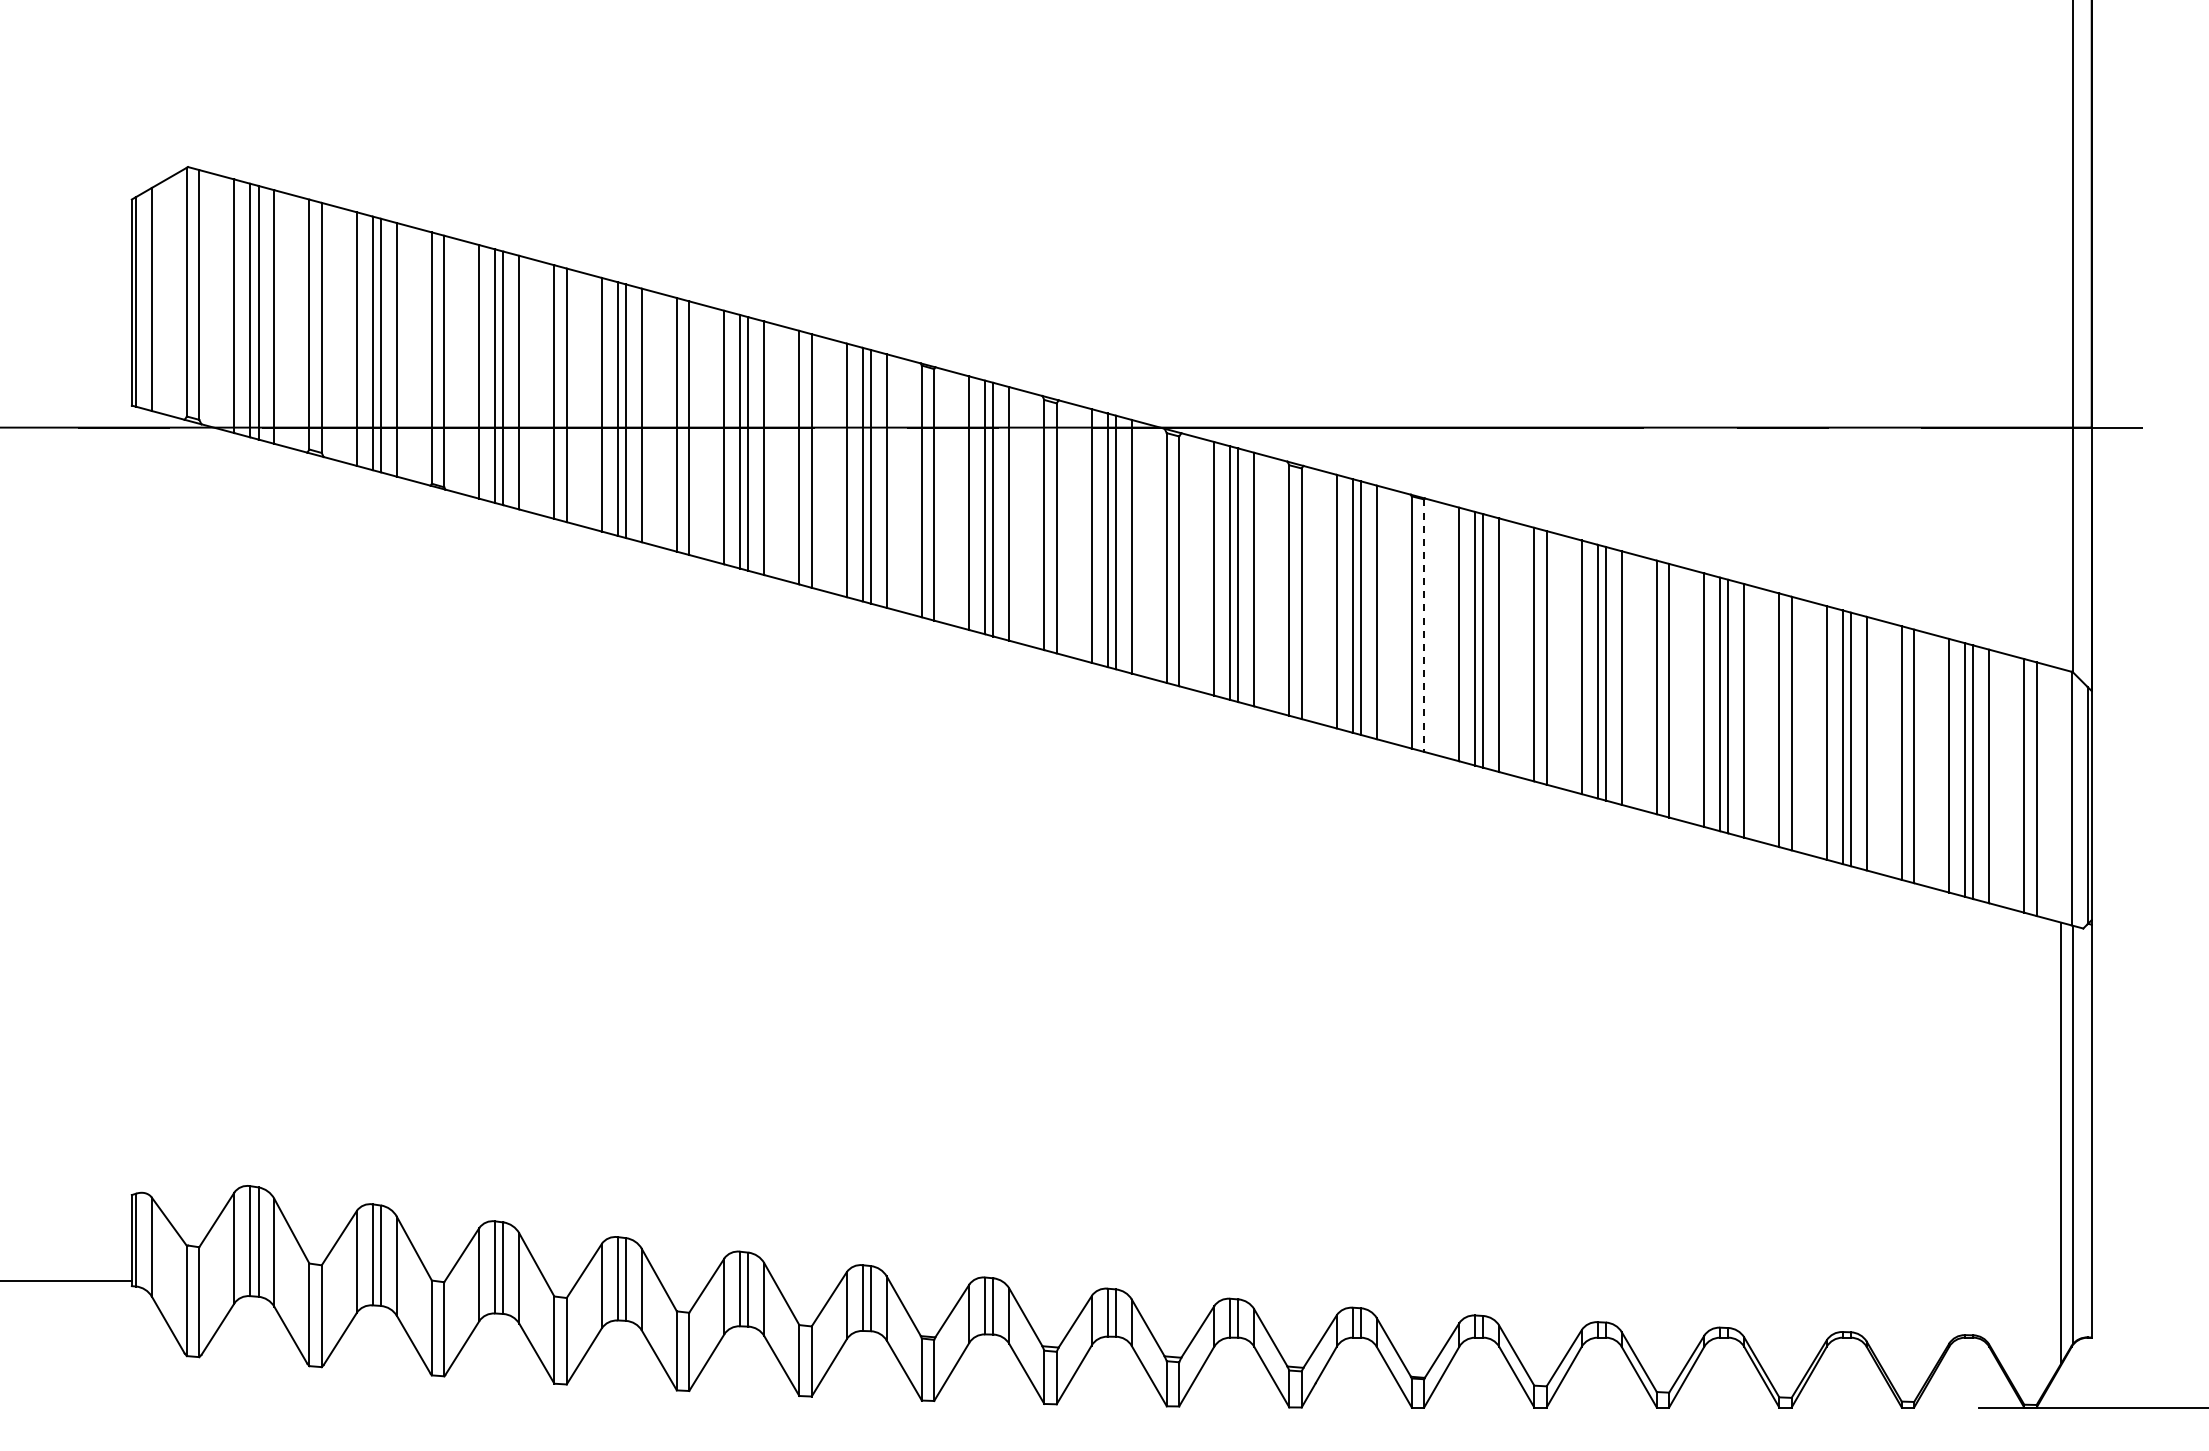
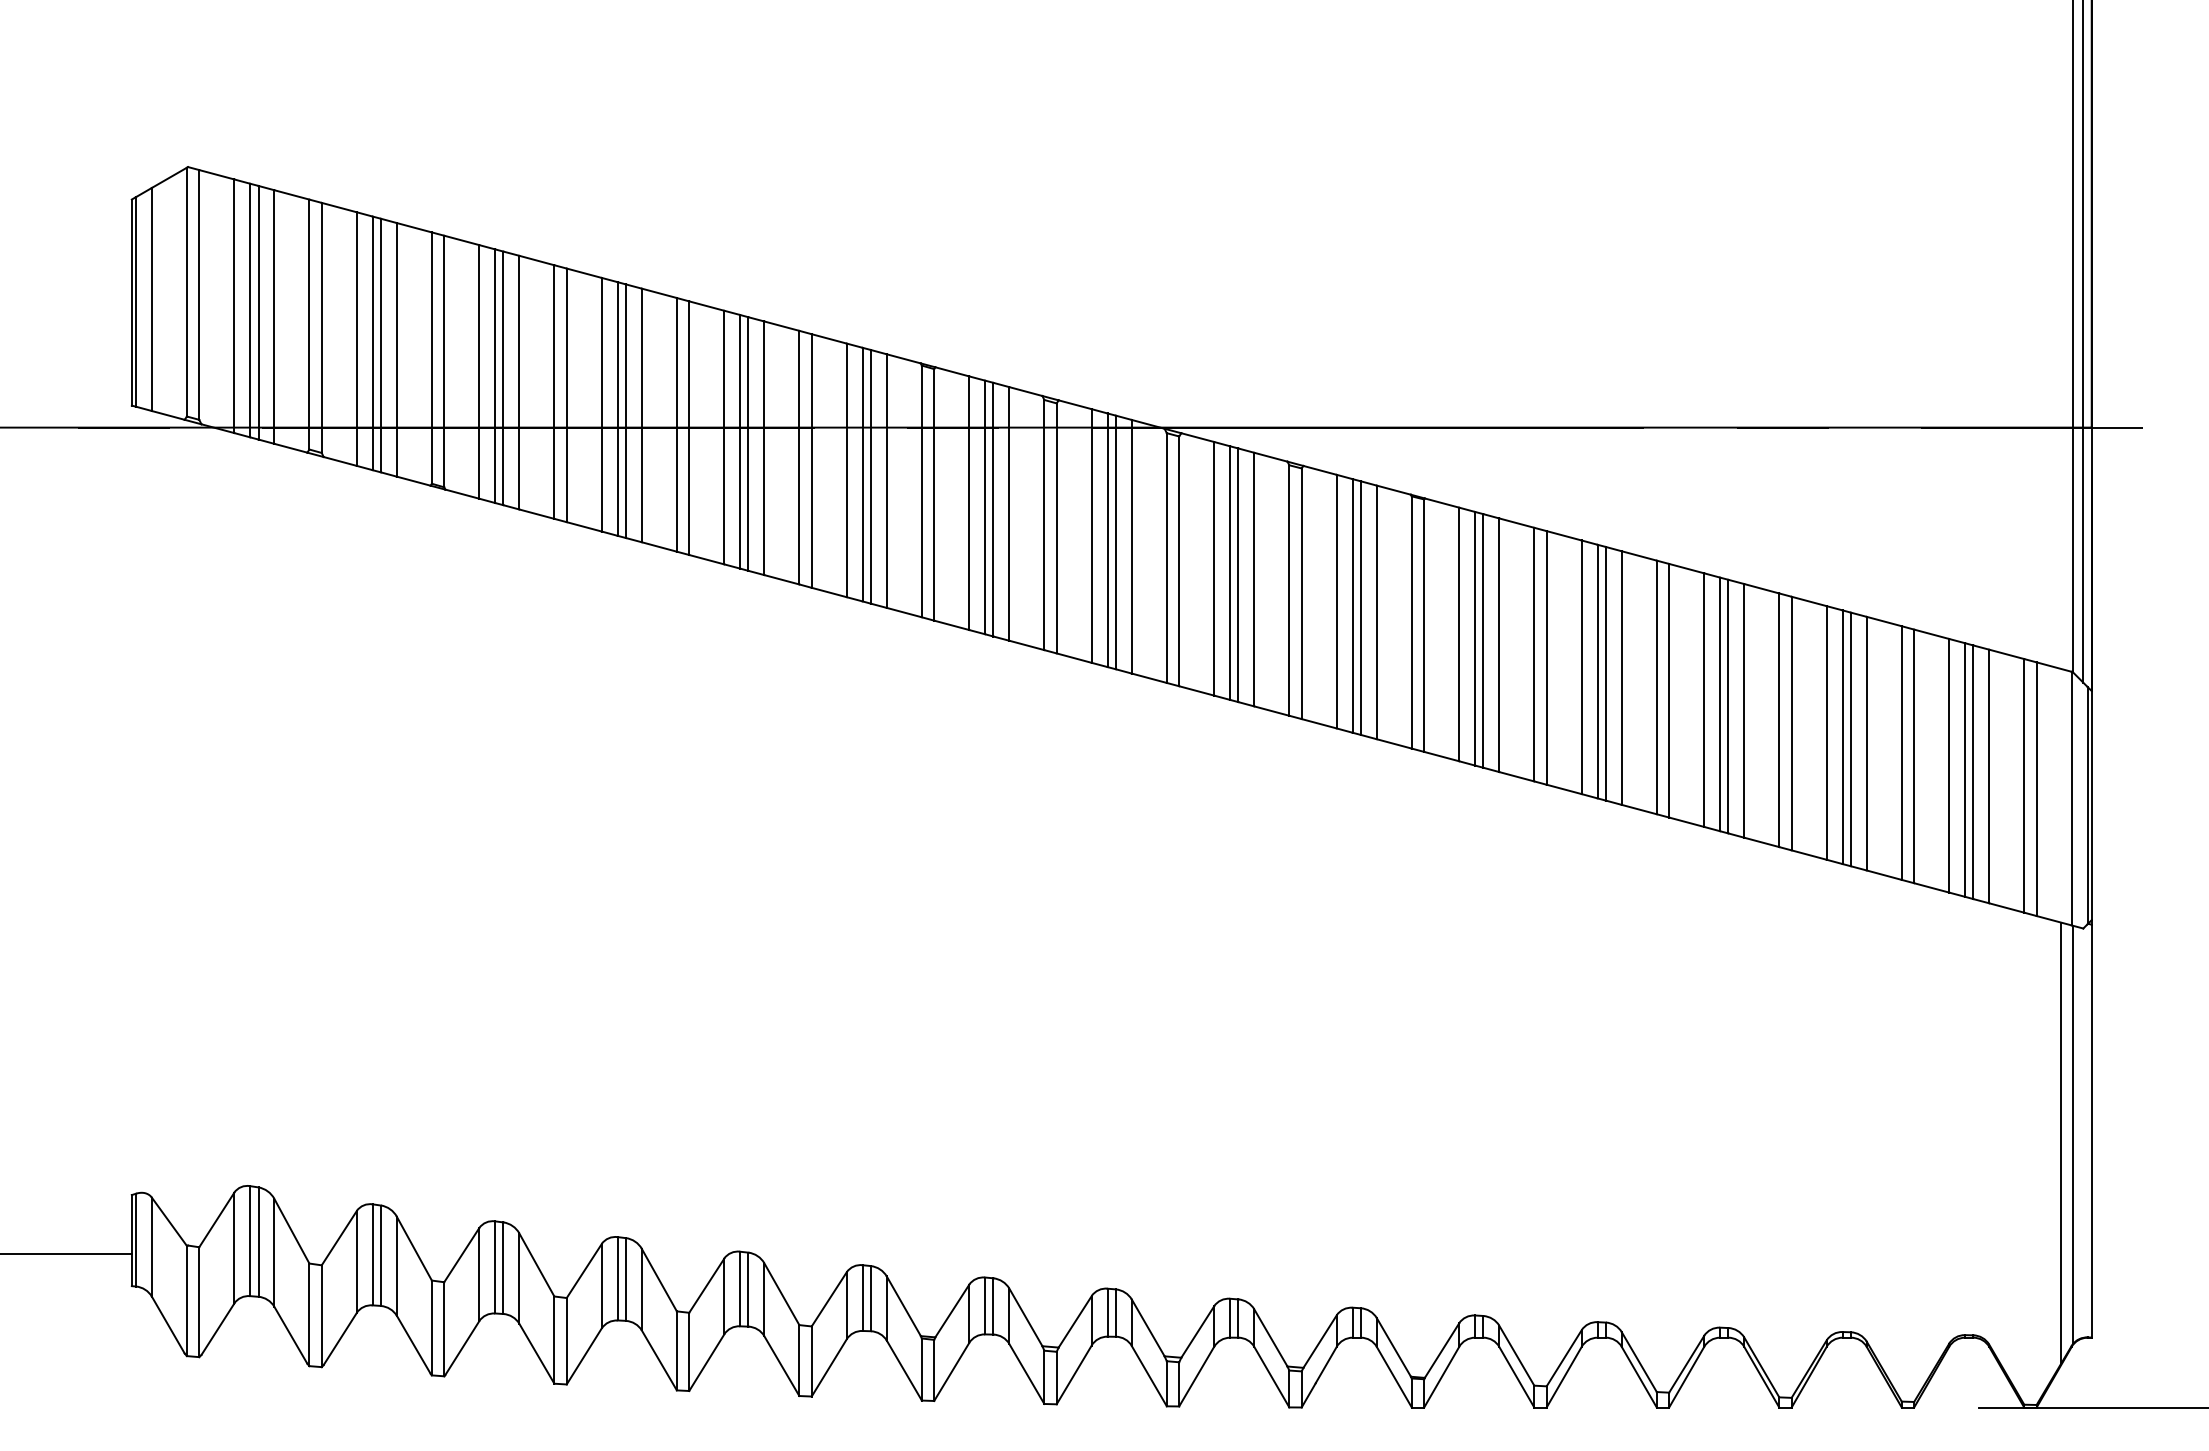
line at (2083, 342): none -> present
line at (1424, 626): dashed -> solid
line at (66, 1281) position: (66, 1281) -> (66, 1254)
